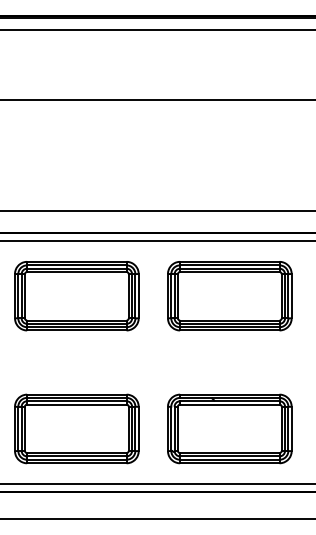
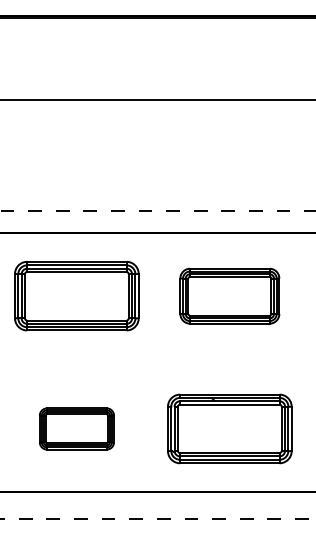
line at (157, 29): present -> none
line at (157, 210): solid -> dashed
line at (157, 241): present -> none
part at (229, 296) size: 126x71 px -> 102x58 px
part at (76, 428) size: 126x72 px -> 76x44 px
line at (157, 484): present -> none
line at (158, 518): solid -> dashed
